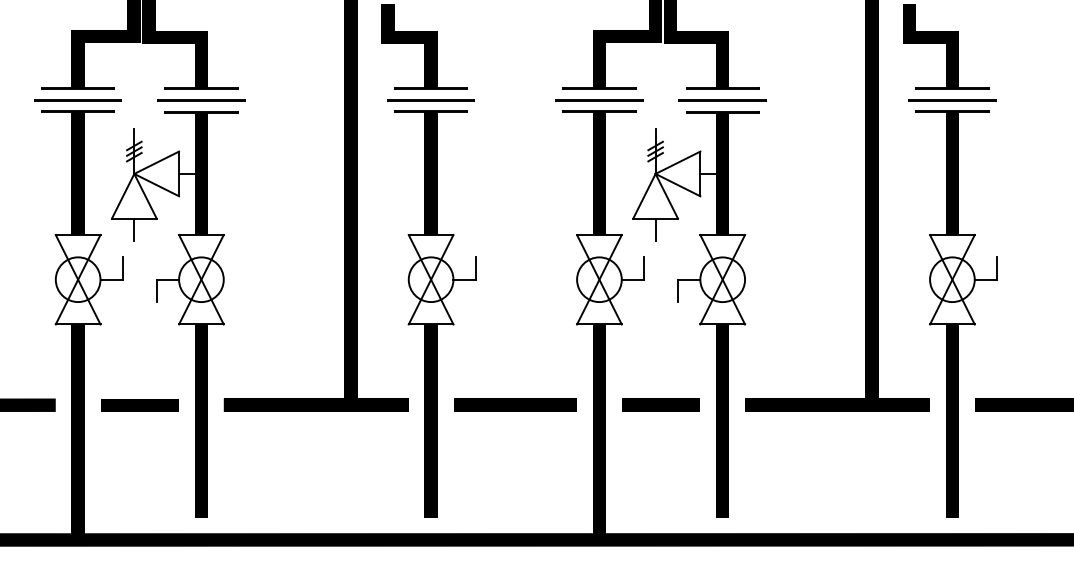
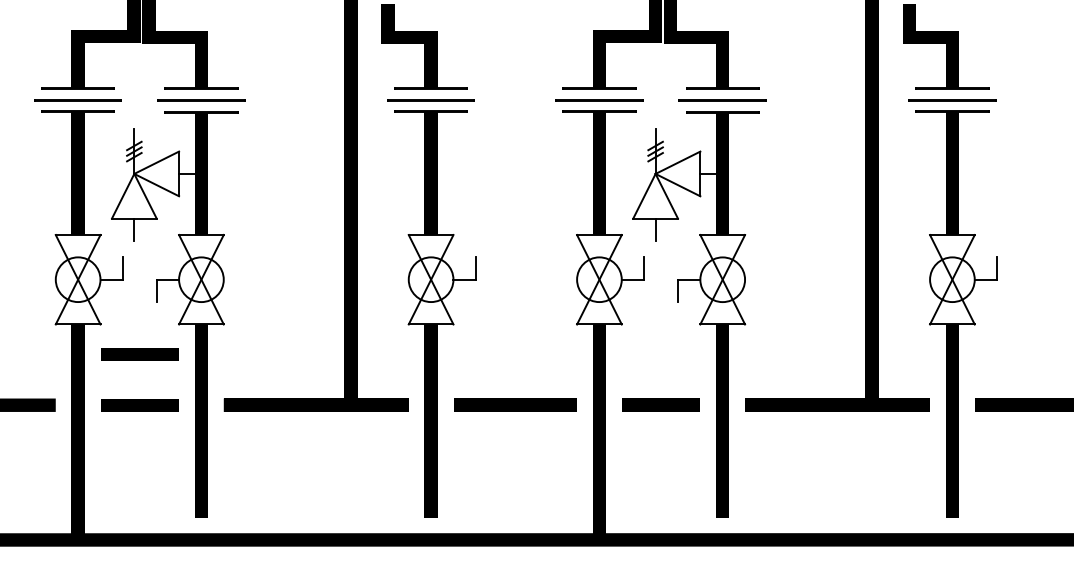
line at (139, 354): none -> present
